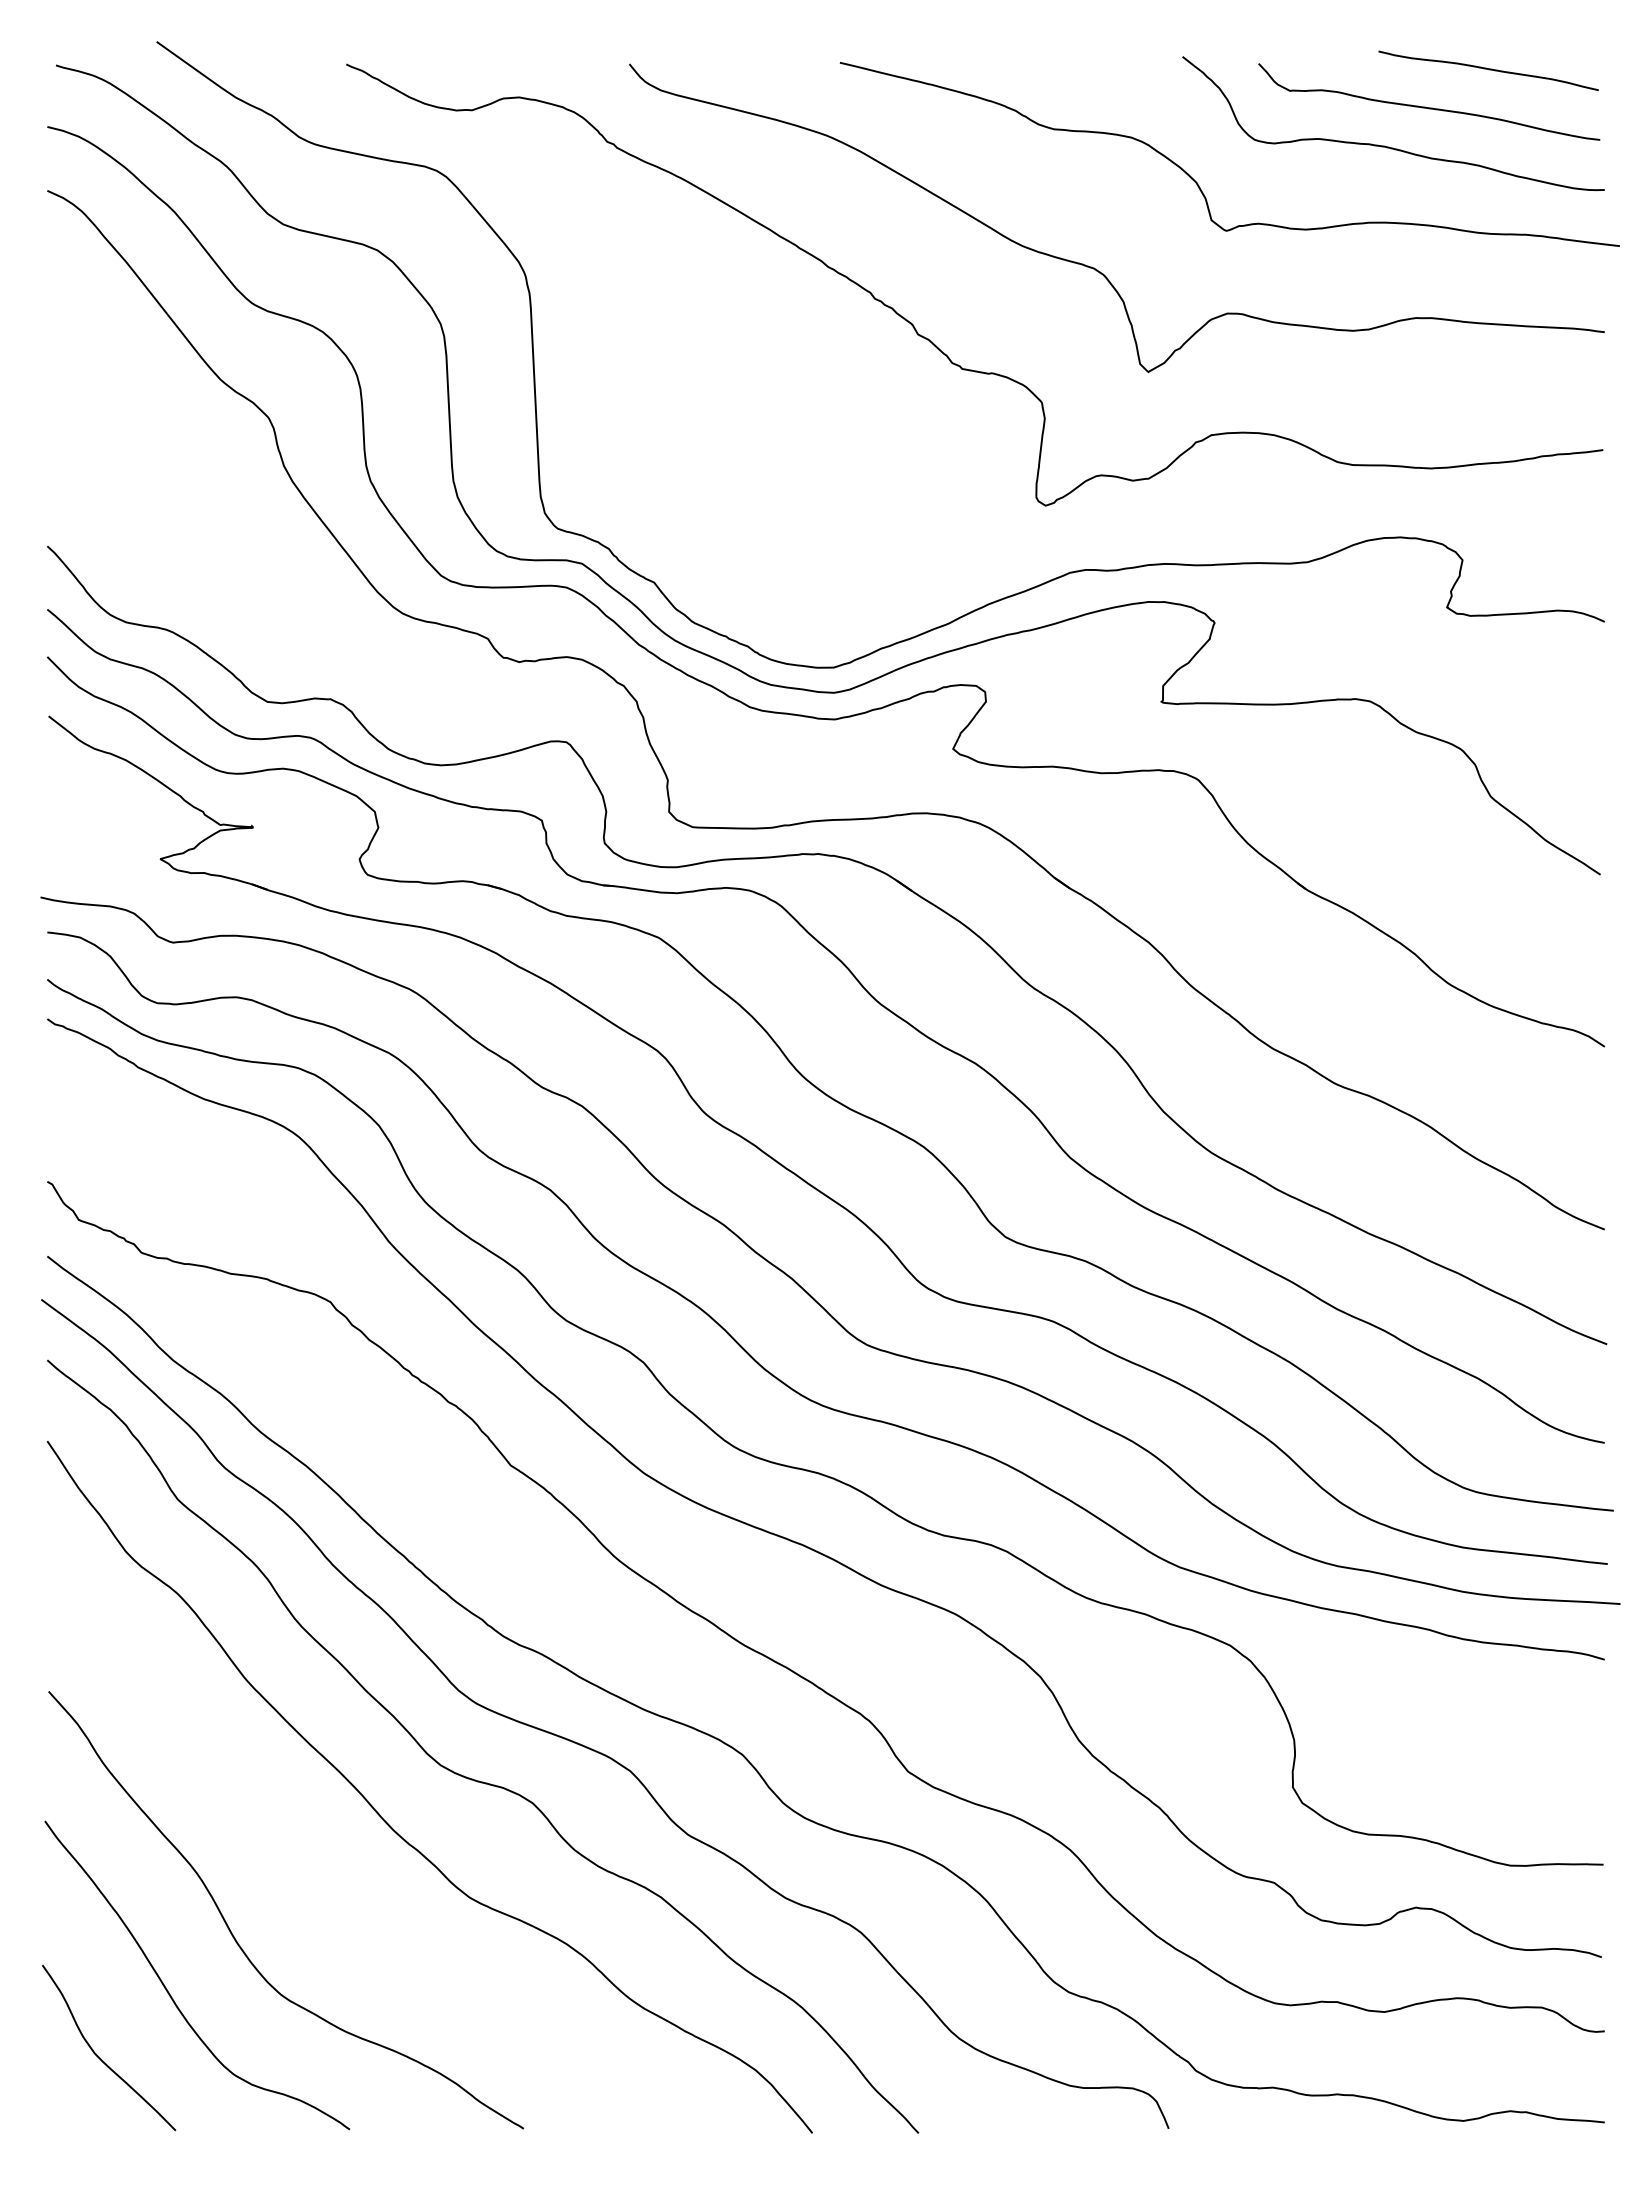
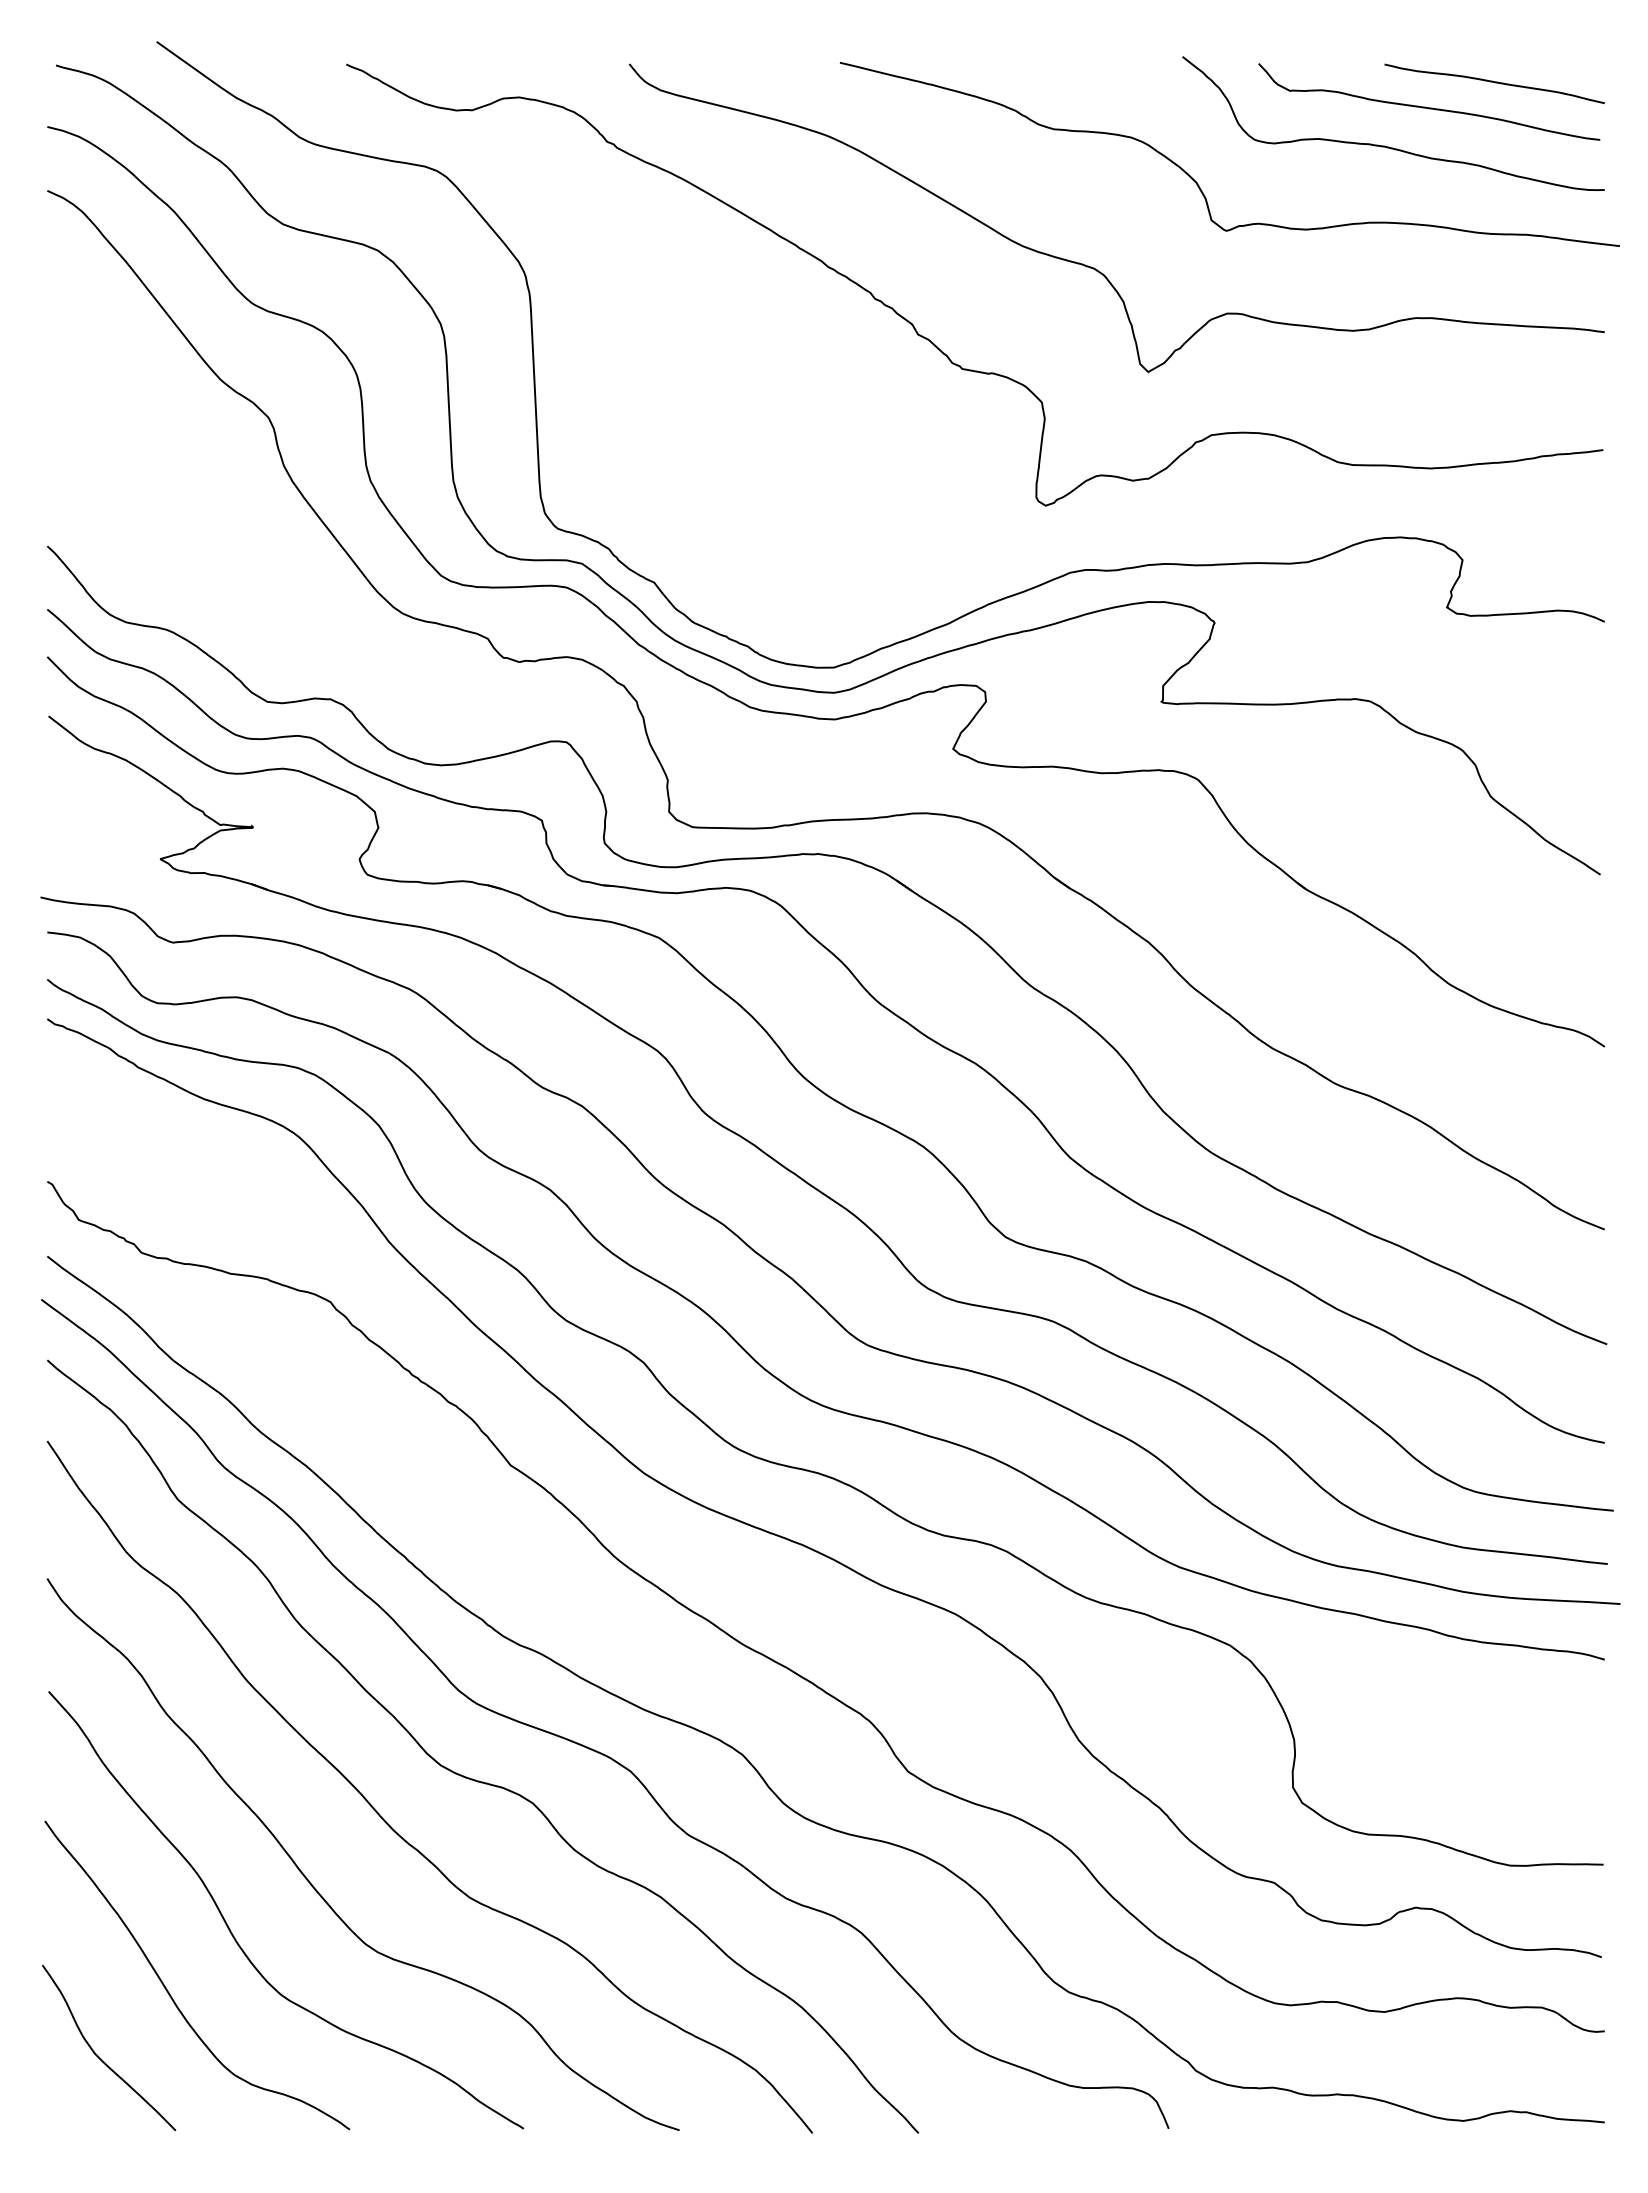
curve at (1488, 69) position: (1488, 69) -> (1494, 82)
curve at (319, 1892): none -> present
